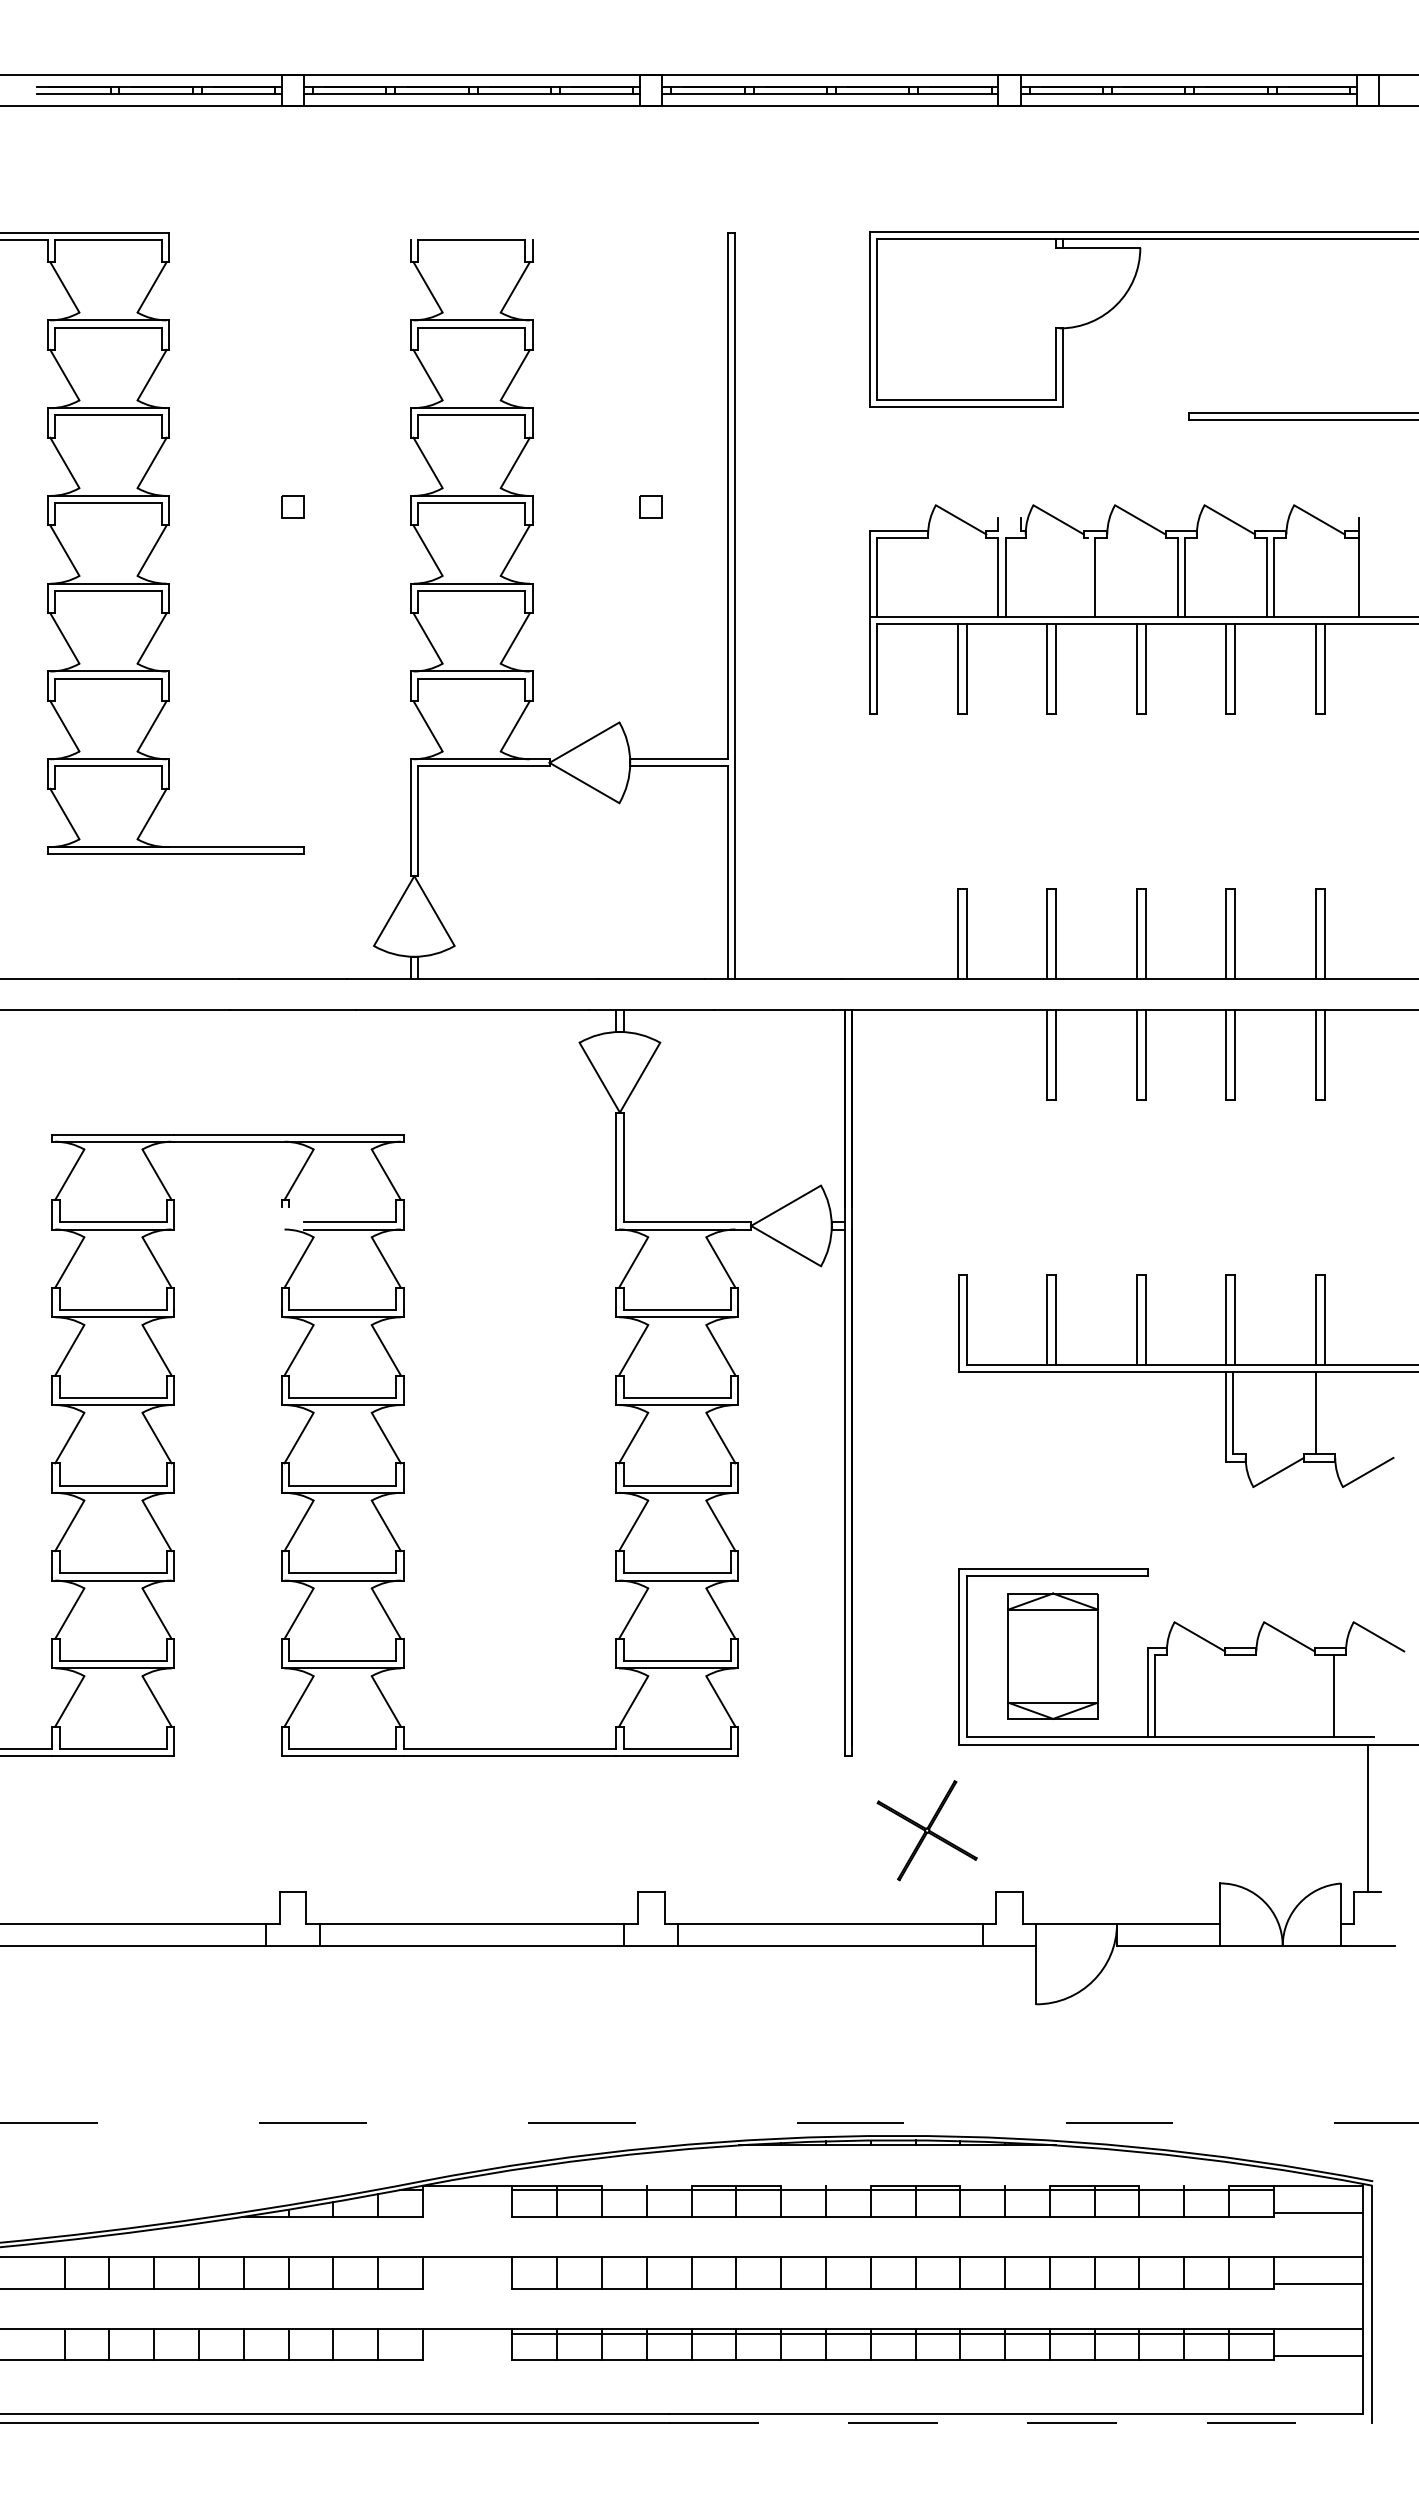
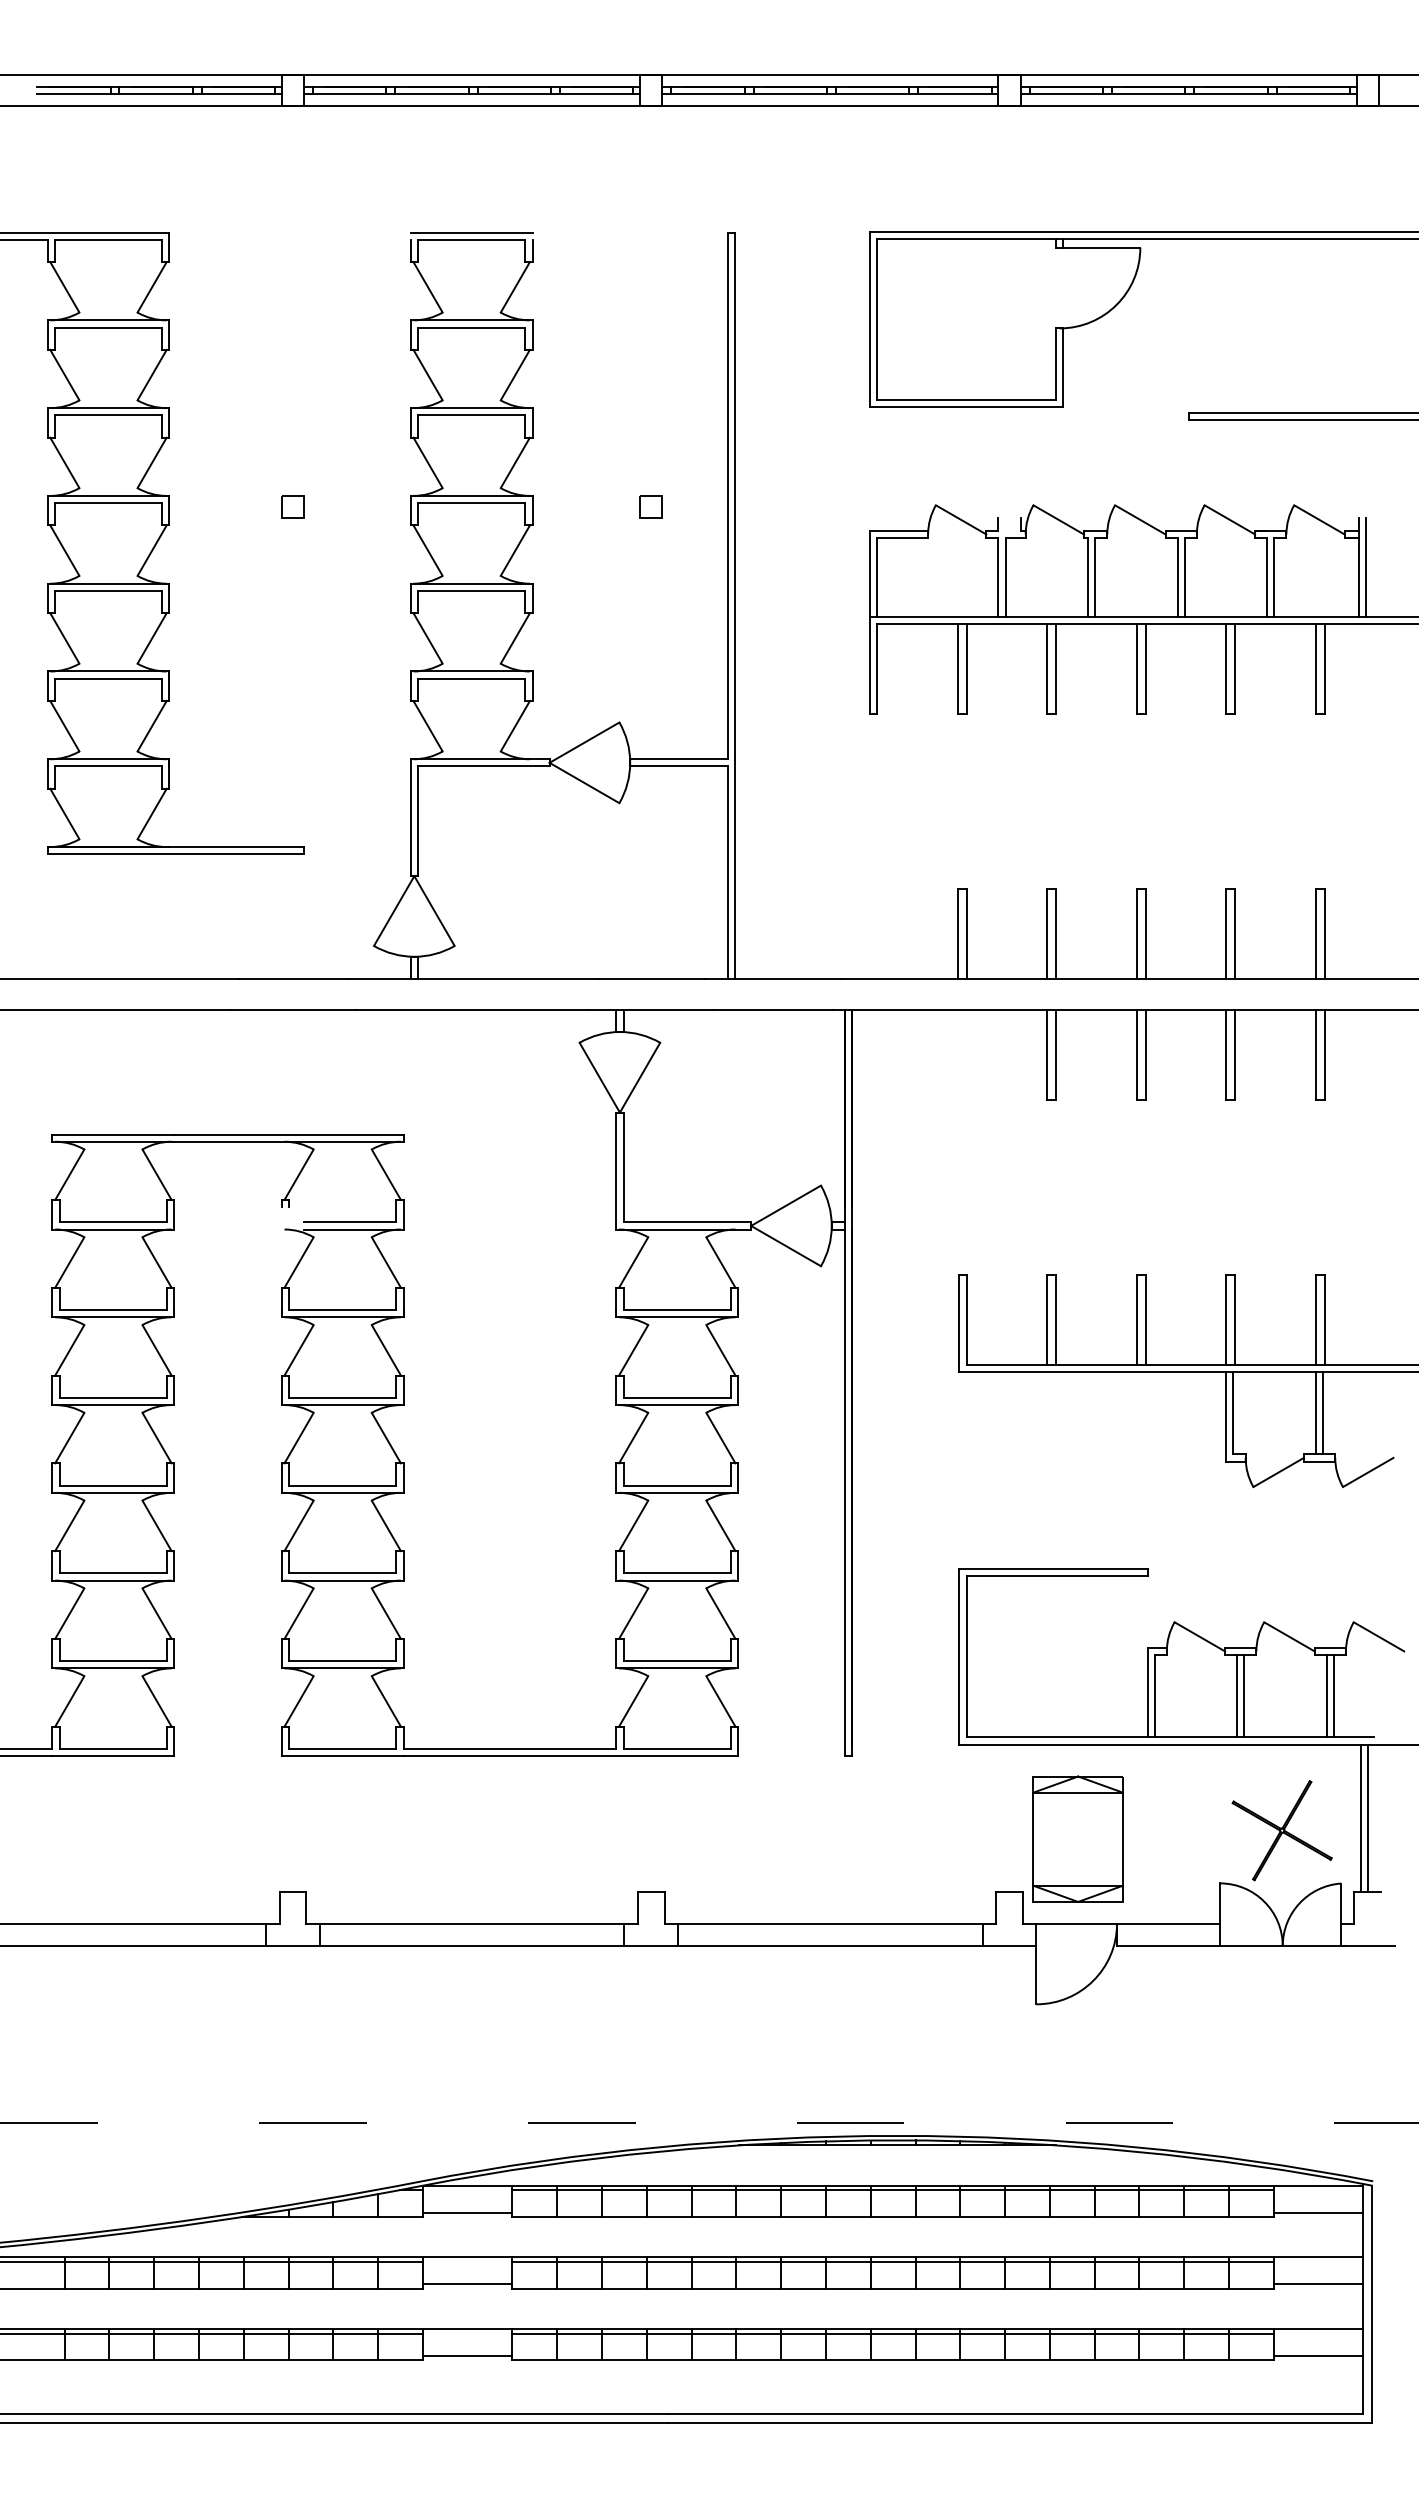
line at (471, 232): none -> present
line at (1366, 567): none -> present
line at (1087, 577): none -> present
line at (1323, 1412): none -> present
part at (1052, 1655) position: (1052, 1655) -> (1077, 1838)
line at (1237, 1695): none -> present
line at (1244, 1695): none -> present
line at (1326, 1695): none -> present
line at (1360, 1818): none -> present
part at (926, 1830) position: (926, 1830) -> (1281, 1830)
line at (893, 2185): dashed -> solid
line at (467, 2212): none -> present
line at (212, 2261): none -> present
line at (892, 2261): none -> present
line at (467, 2284): none -> present
line at (212, 2333): none -> present
line at (467, 2355): none -> present
line at (1020, 2423): dashed -> solid
